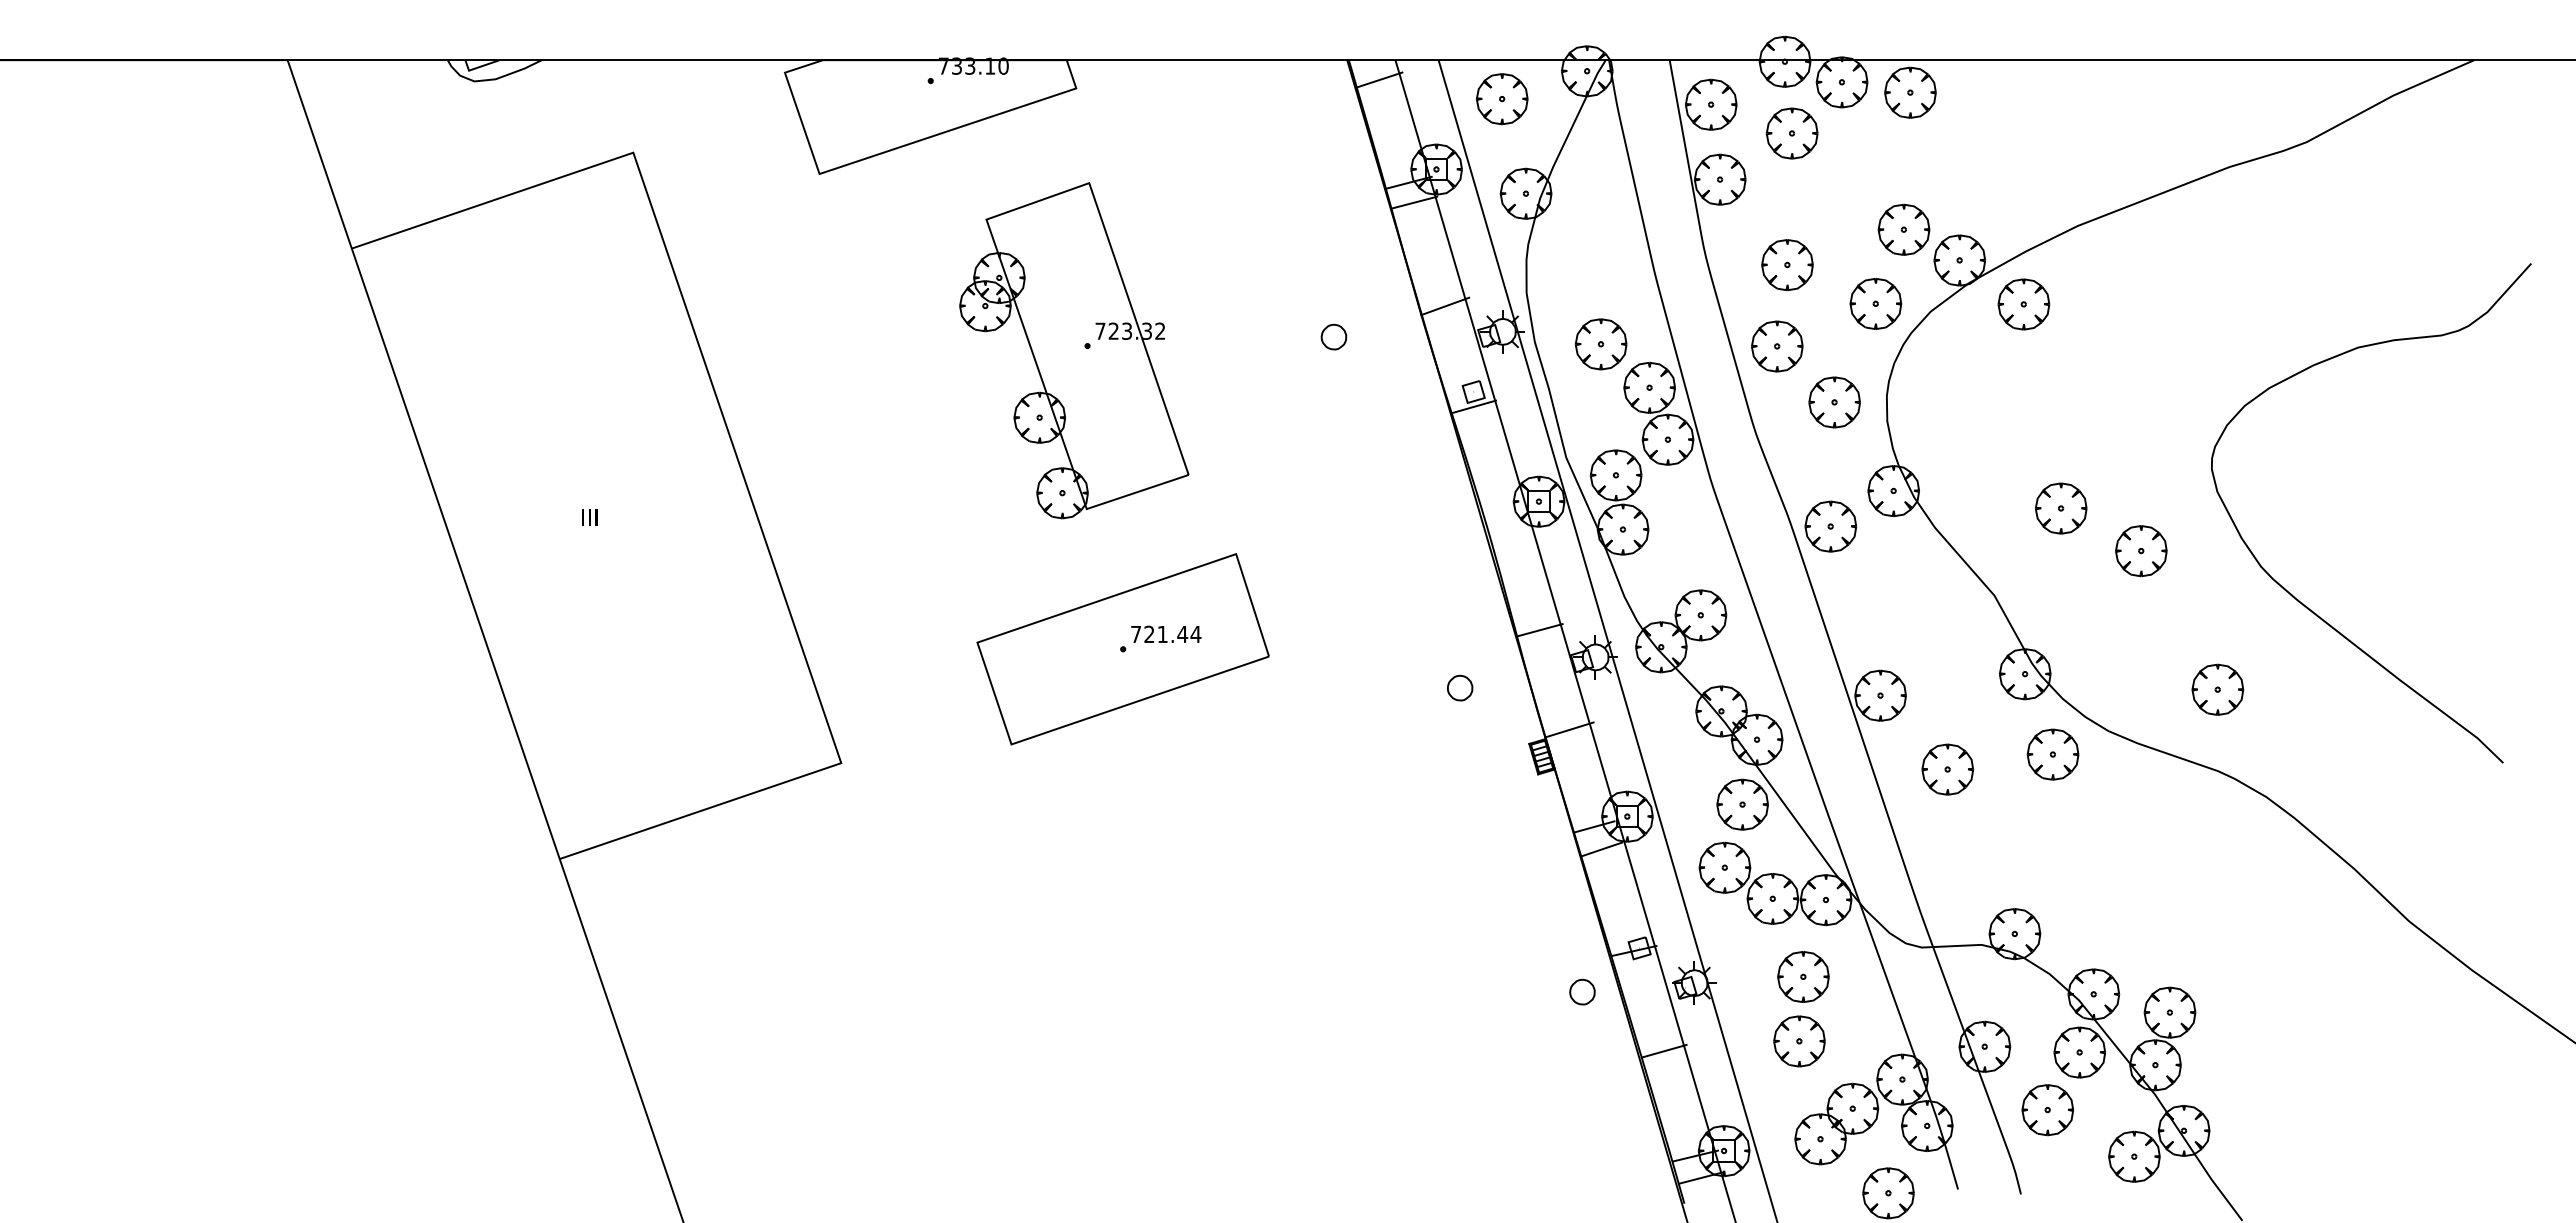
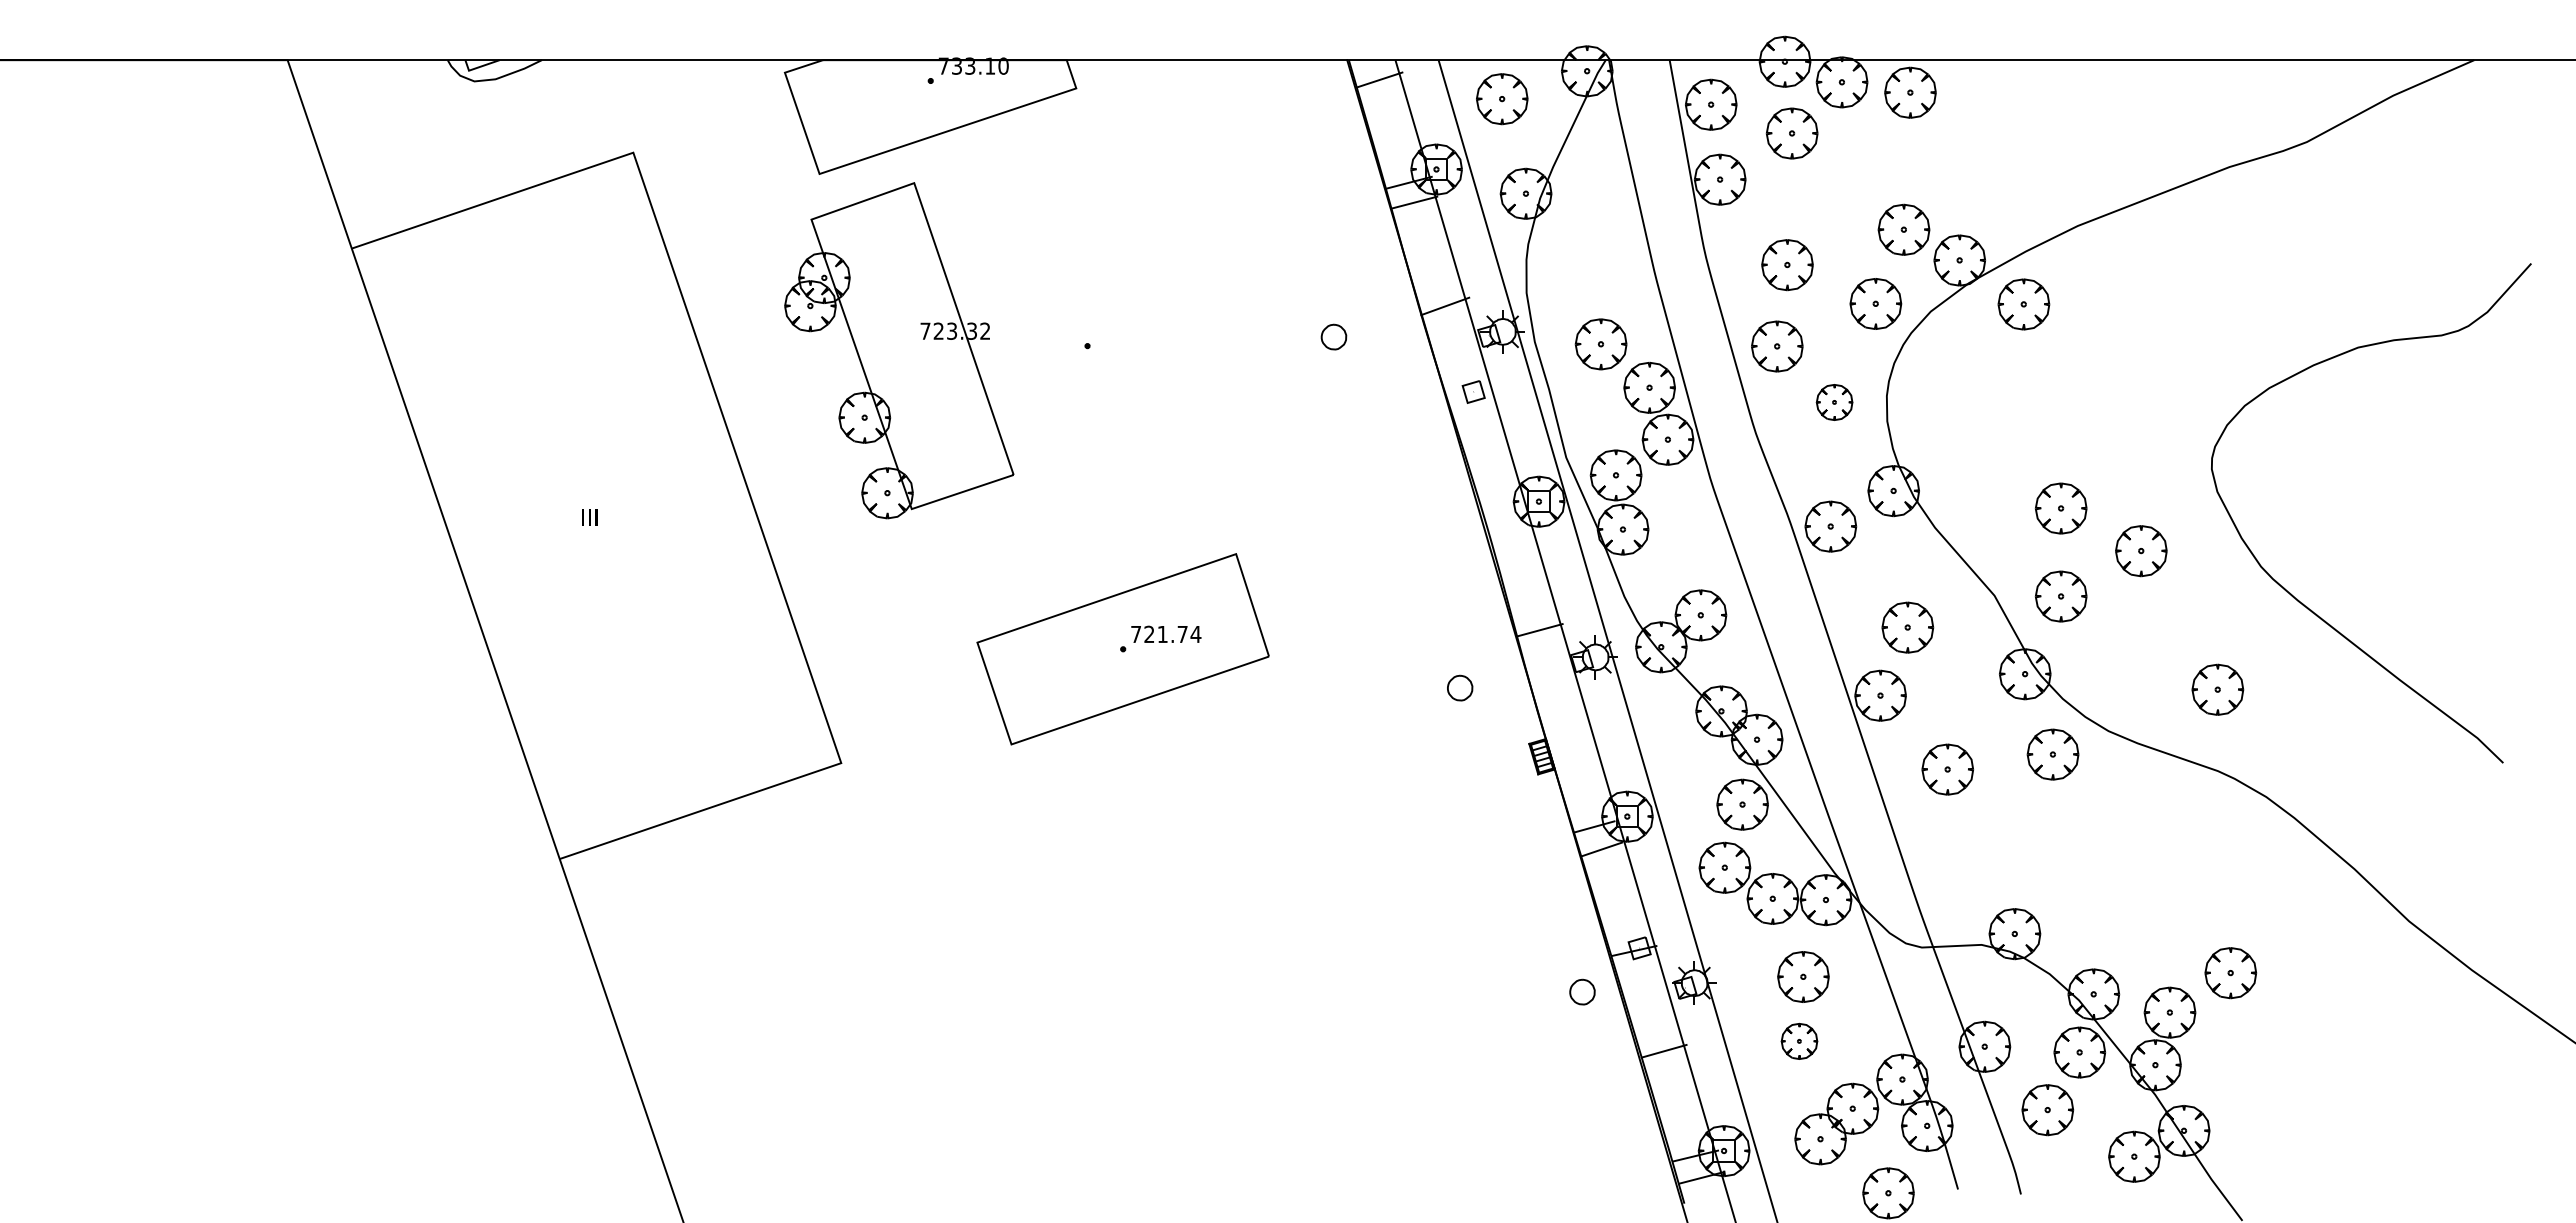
part at (1074, 350) position: (1074, 350) -> (899, 350)
part at (1834, 402) size: 53x53 px -> 39x37 px
line at (1473, 406): present -> none
part at (2060, 596): none -> present
part at (1907, 627): none -> present
text at (1182, 634): 721.44 -> 721.74
line at (1569, 729): present -> none
part at (2230, 973): none -> present
part at (1799, 1041) size: 53x53 px -> 39x38 px
